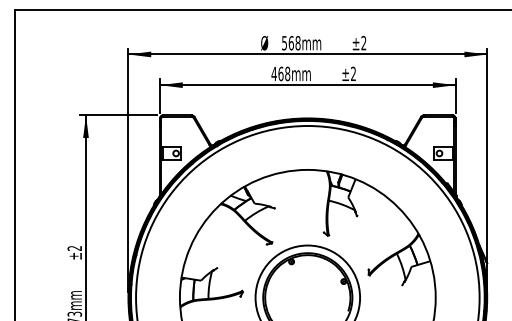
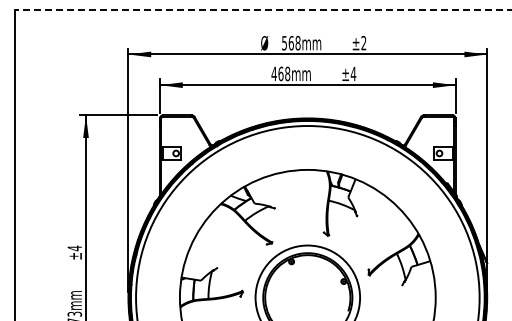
line at (263, 9): solid -> dashed
text at (353, 73): ±2 -> ±4
text at (74, 248): ±2 -> ±4
